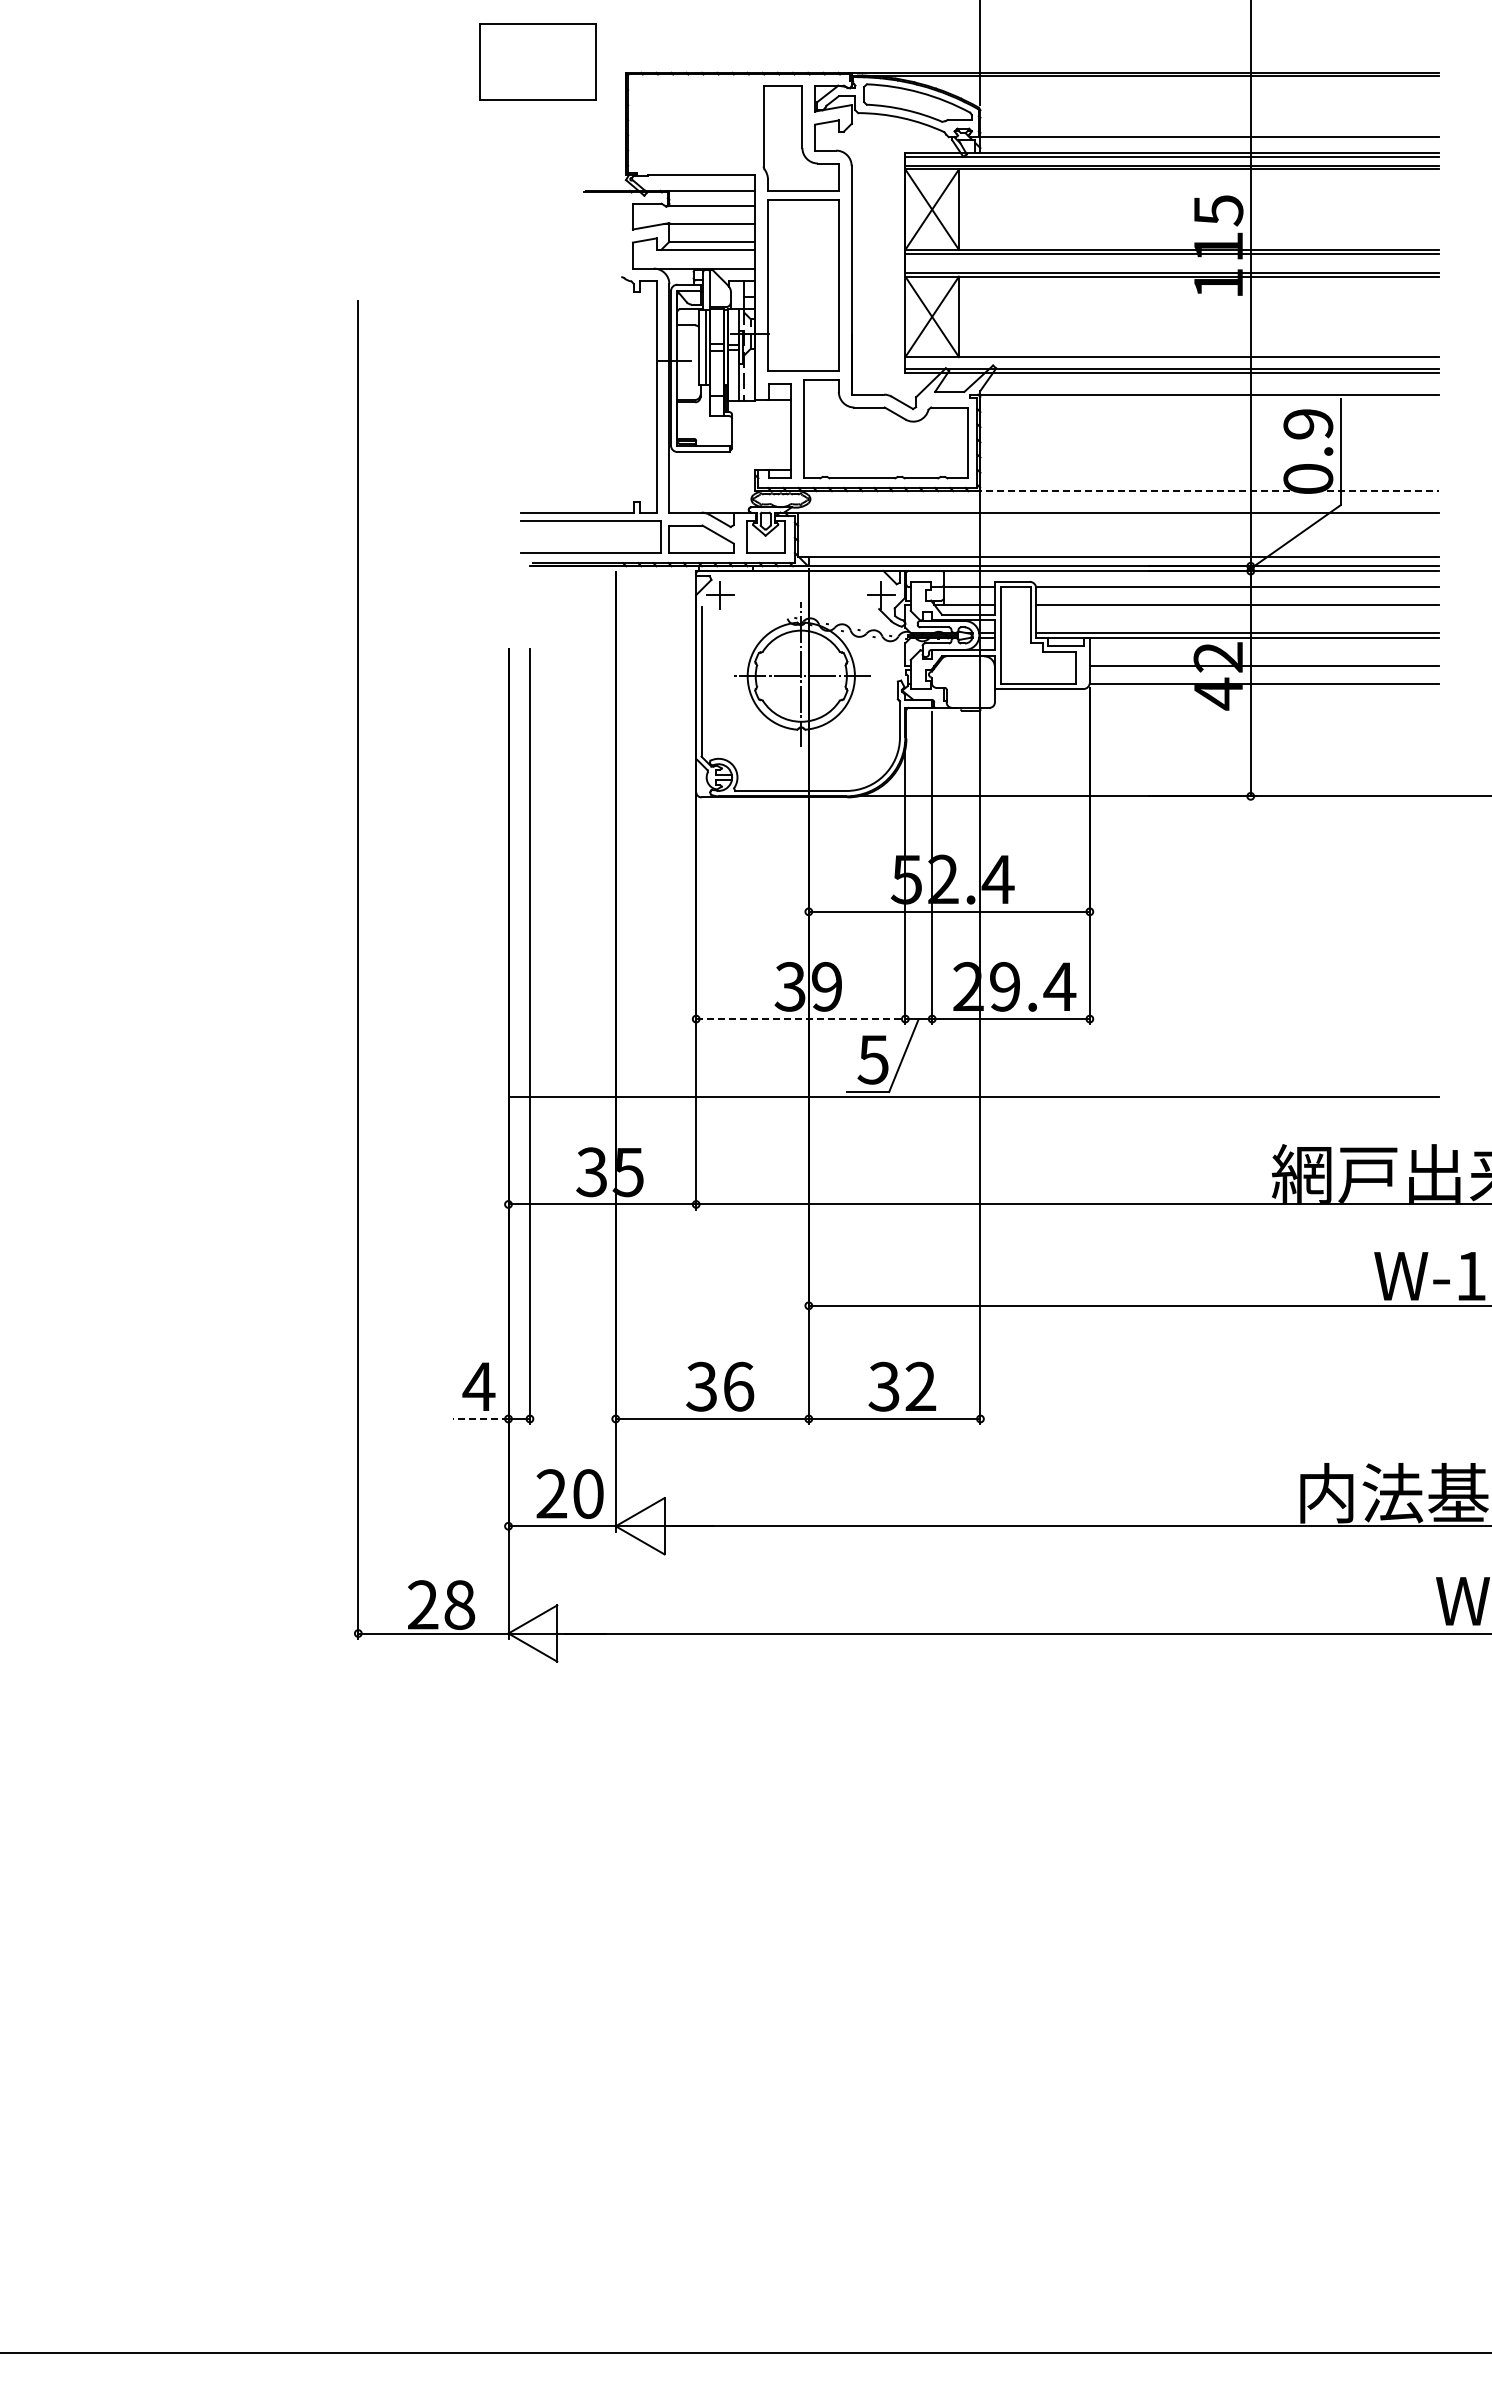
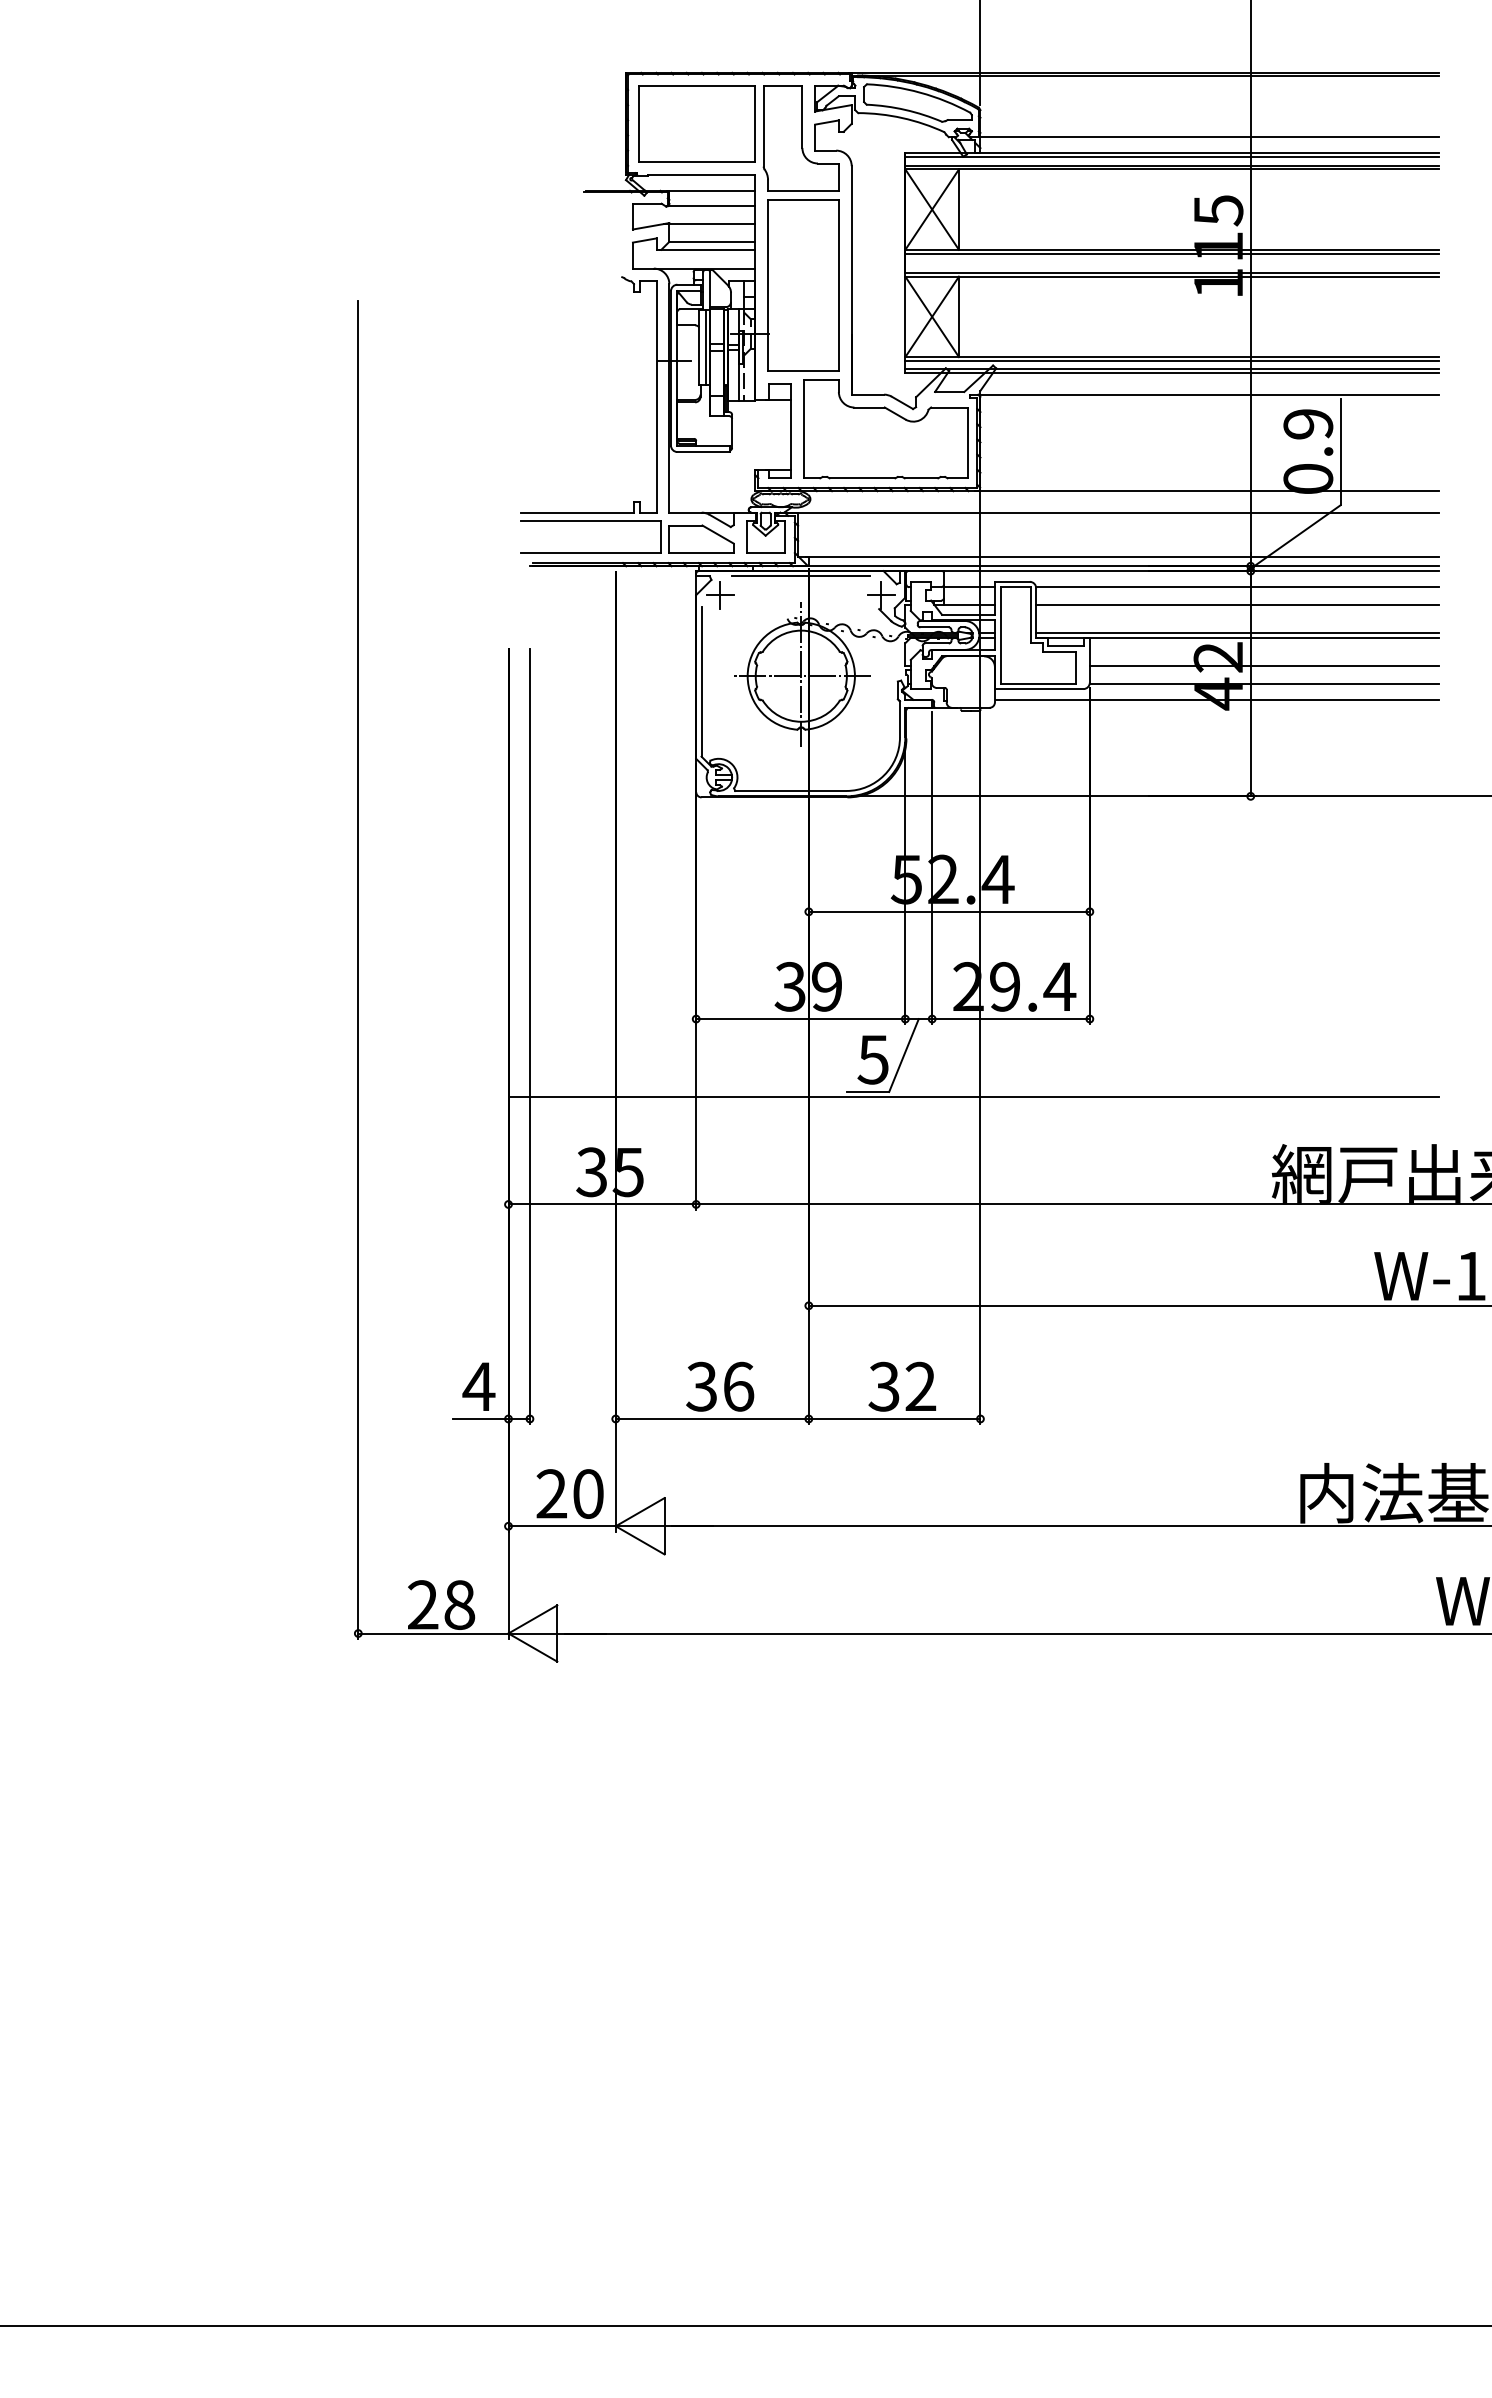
part at (537, 61) position: (537, 61) -> (696, 123)
line at (1171, 360): none -> present
line at (1207, 491): dashed -> solid
line at (800, 576): none -> present
line at (1217, 699): none -> present
line at (800, 1019): dashed -> solid
line at (480, 1419): dashed -> solid
line at (745, 2353) position: (745, 2353) -> (745, 2326)
